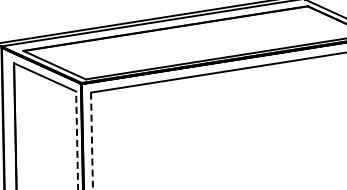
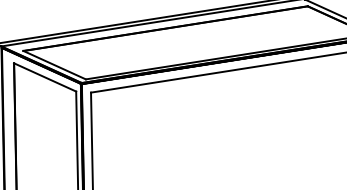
line at (77, 140): dashed -> solid
line at (92, 141): dashed -> solid
